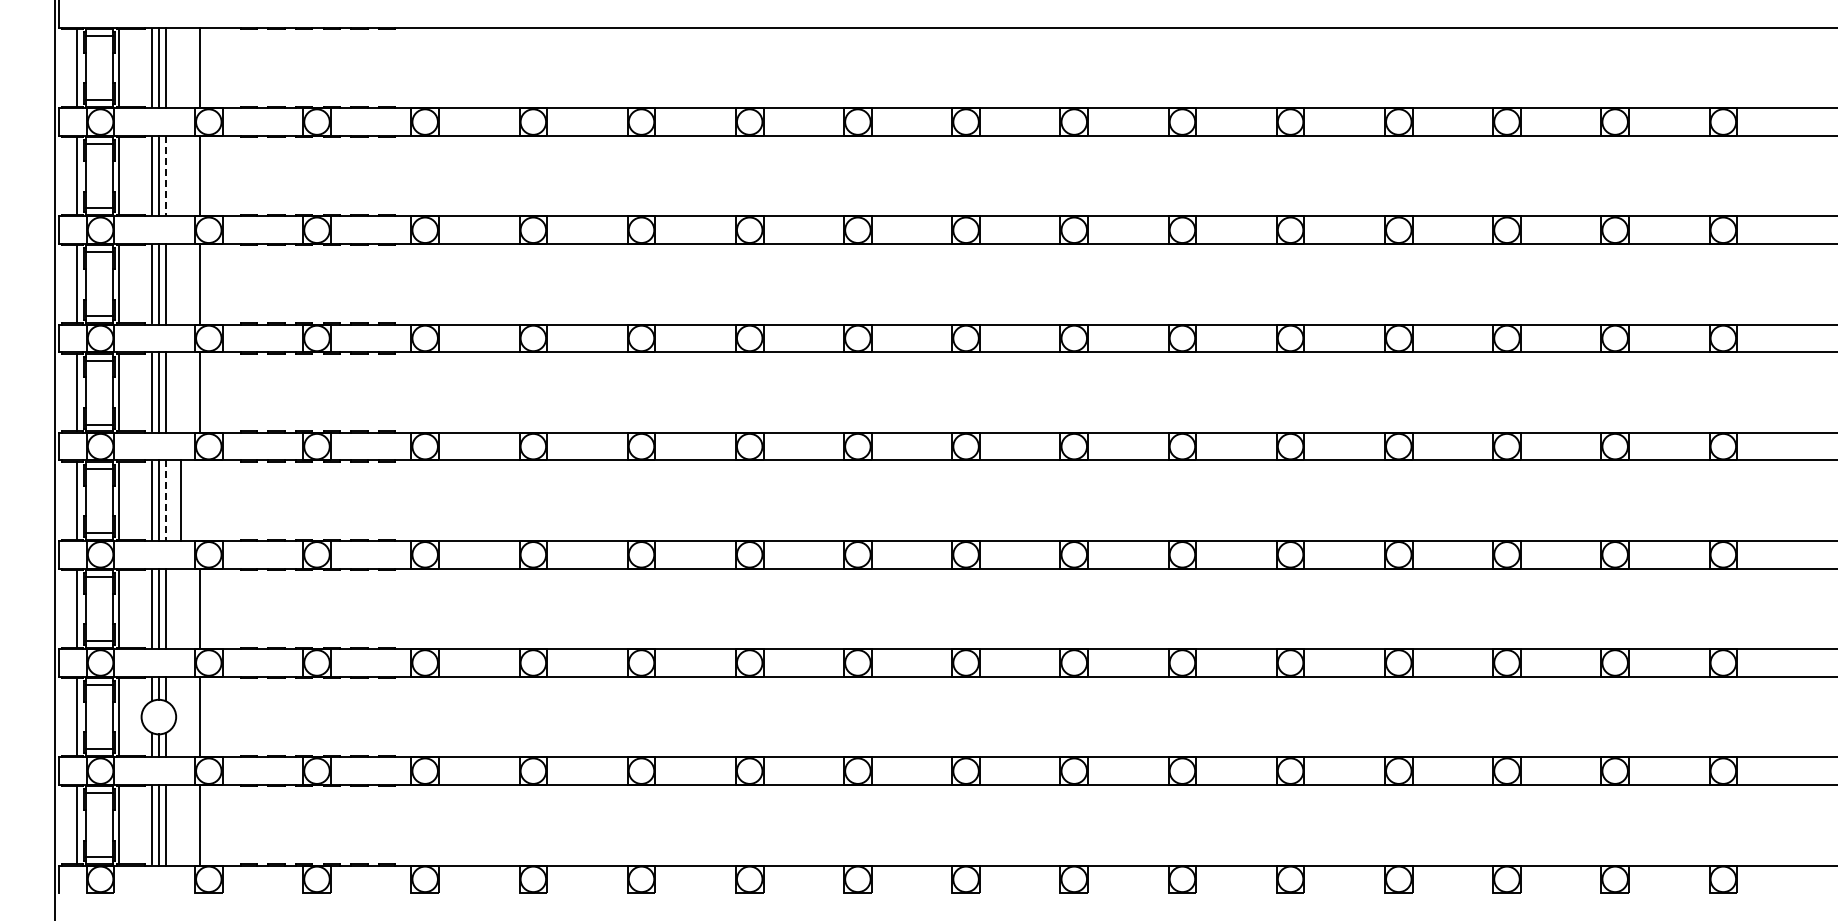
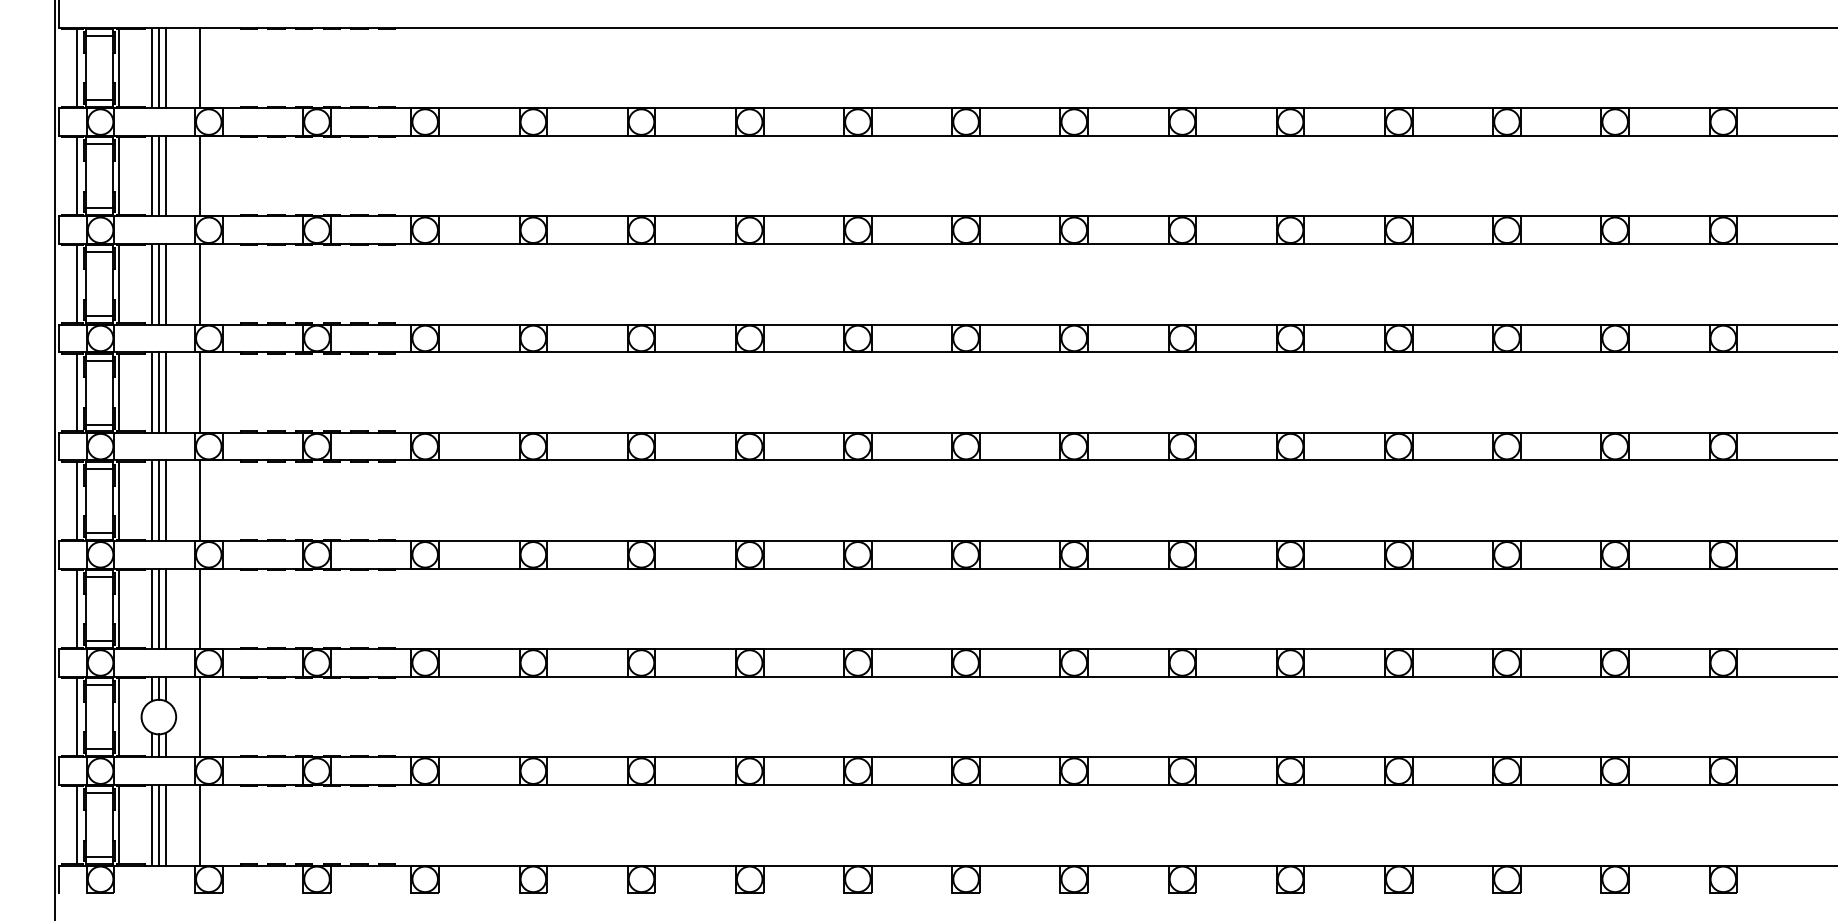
line at (165, 176): dashed -> solid
line at (181, 500) position: (181, 500) -> (200, 500)
line at (165, 501): dashed -> solid
